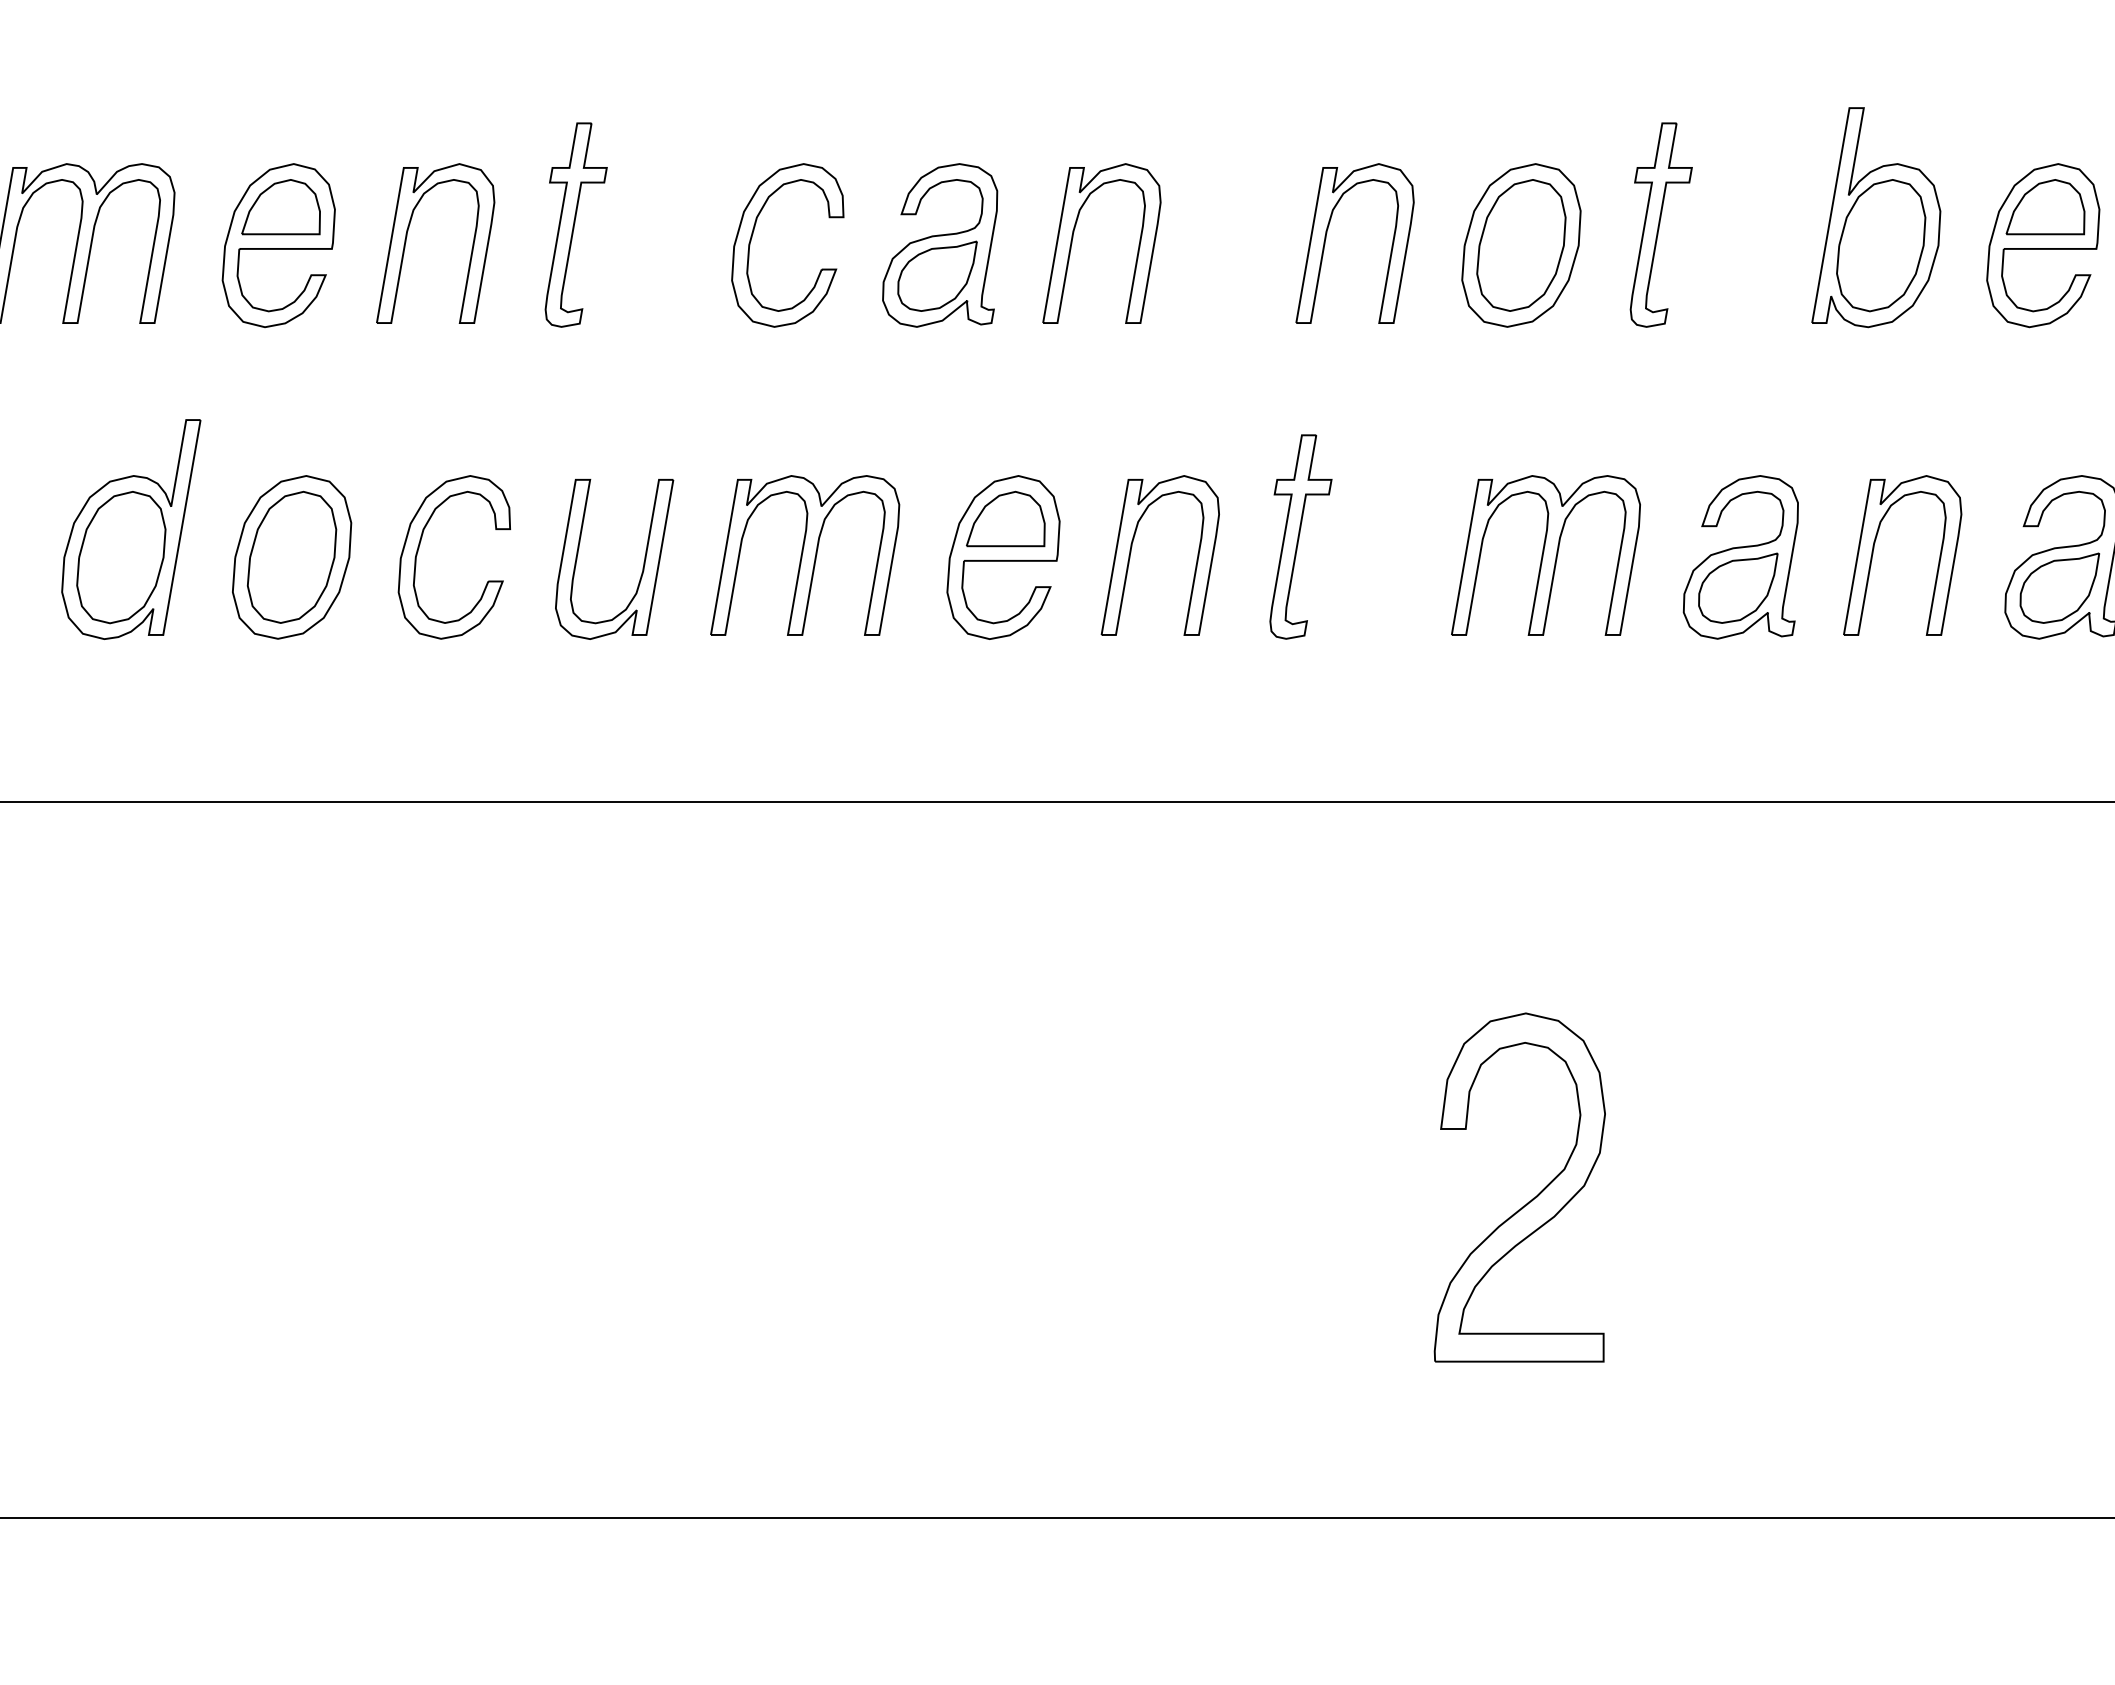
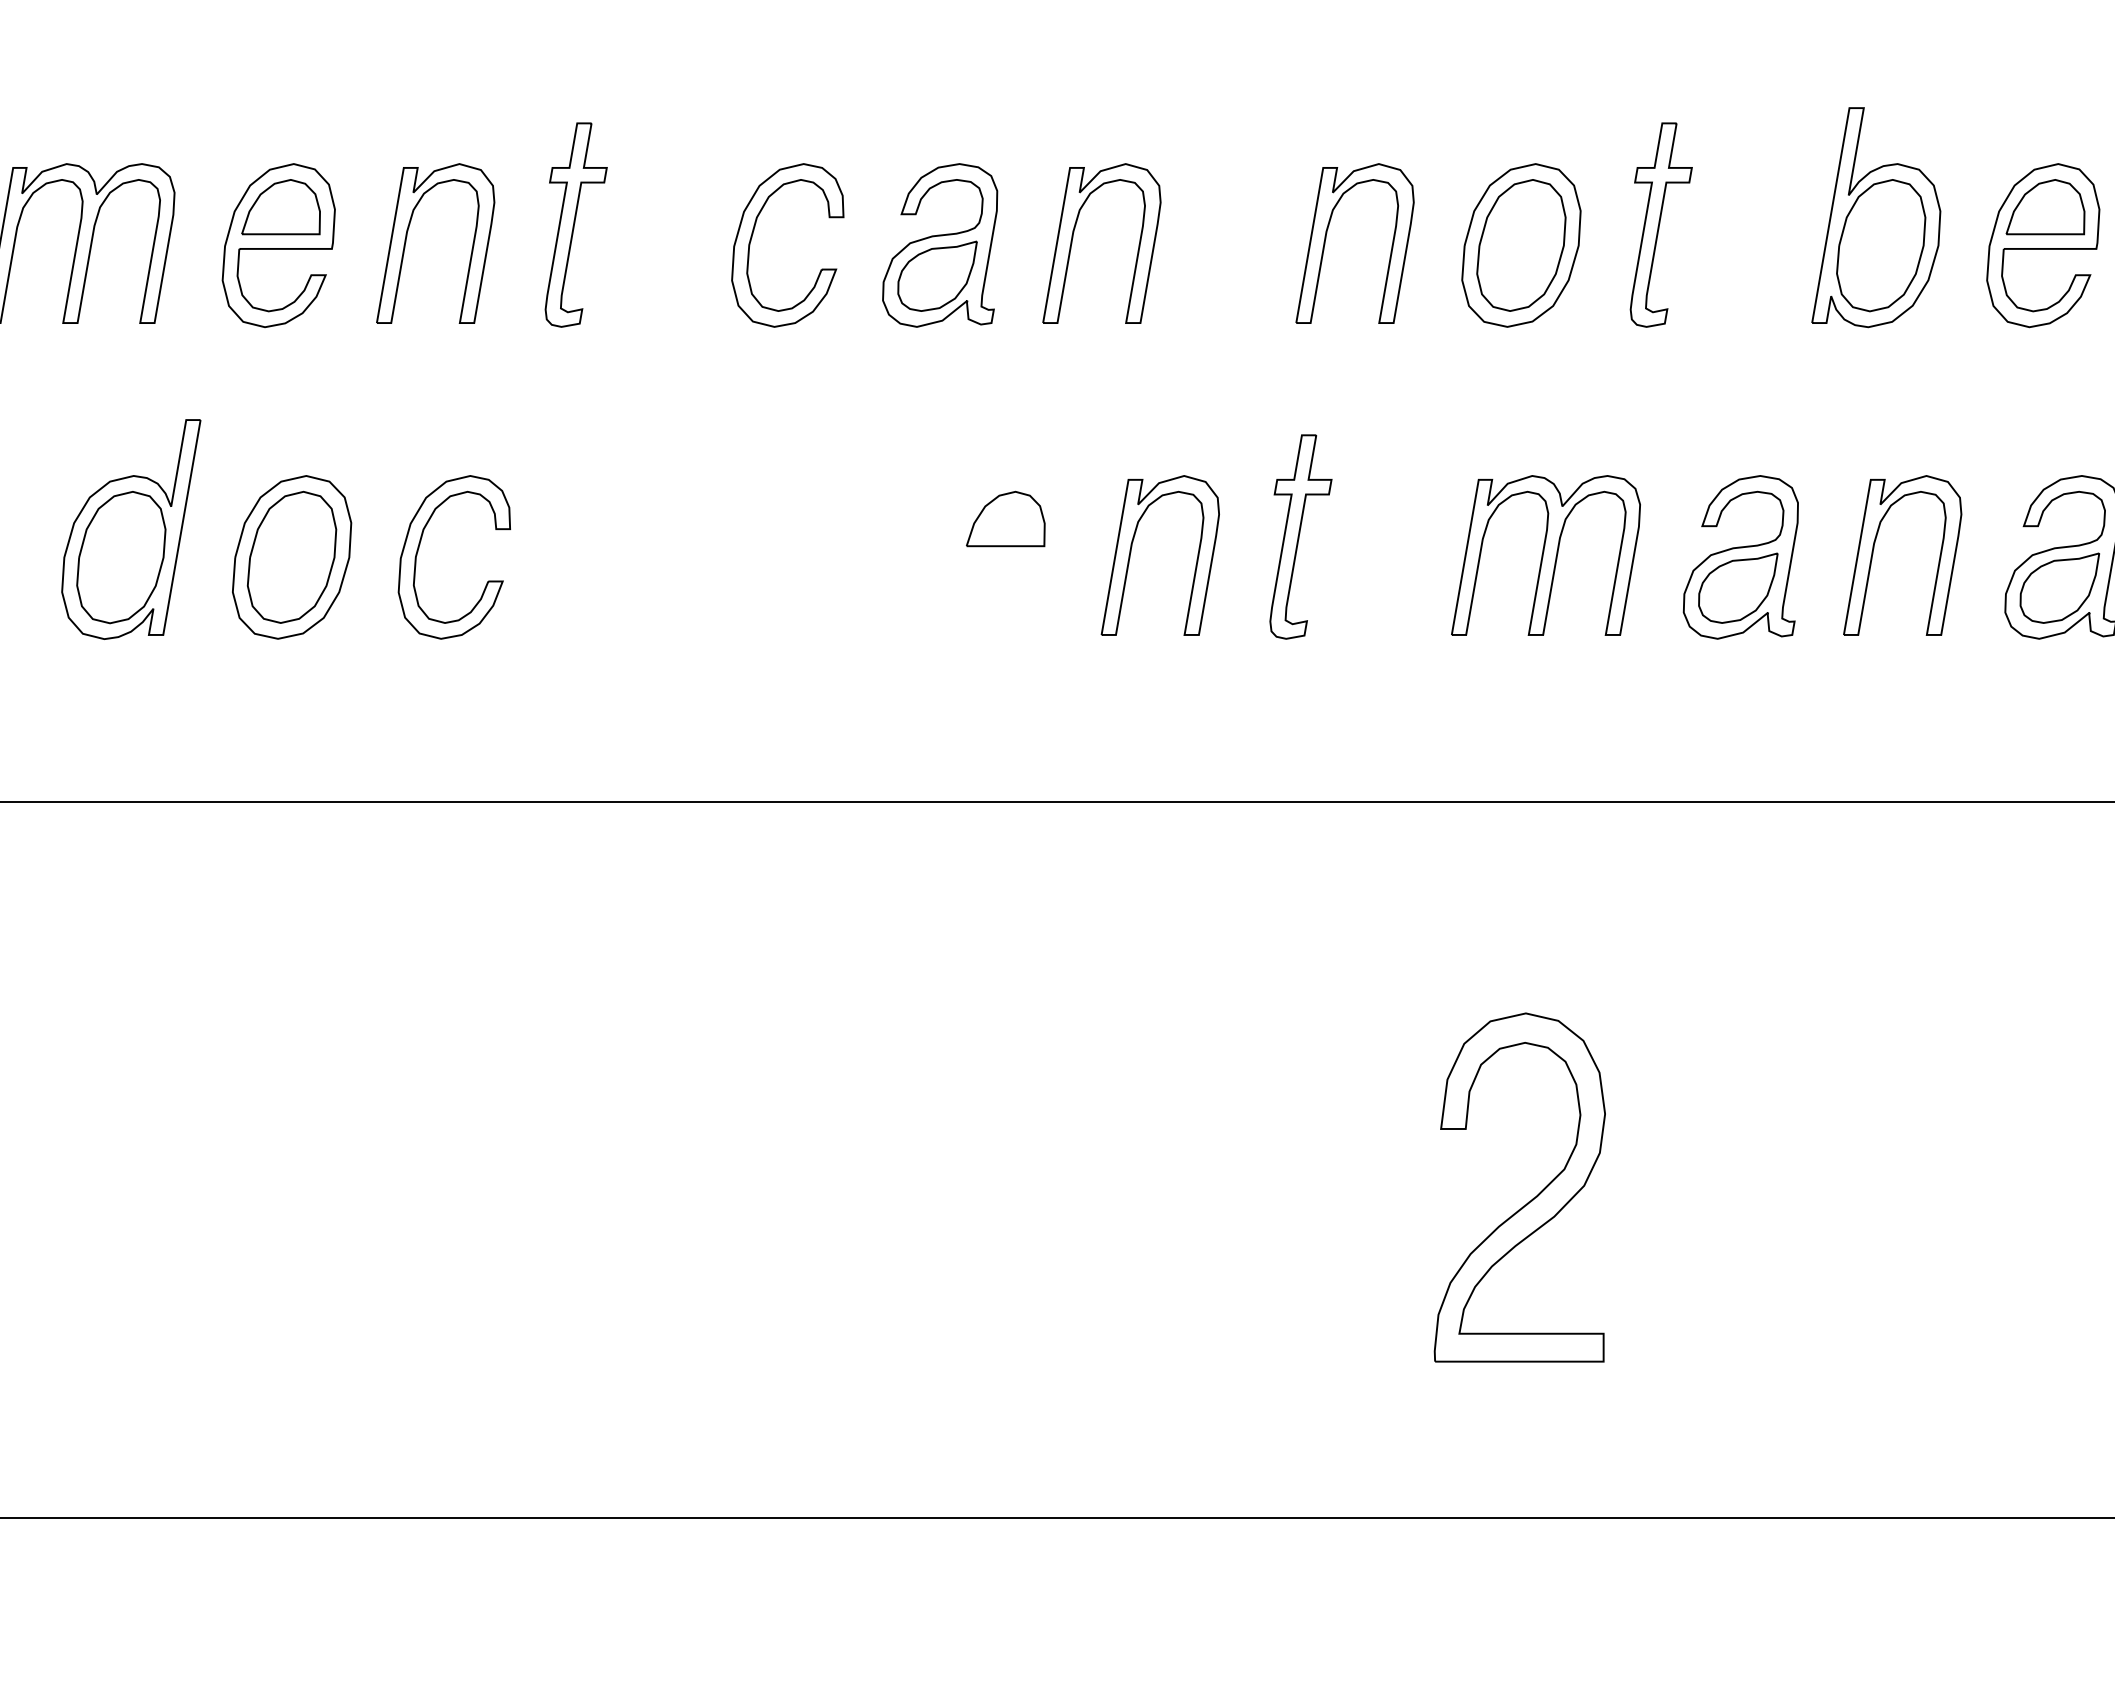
part at (805, 555): present -> none
part at (1003, 557): present -> none
part at (643, 561): present -> none
